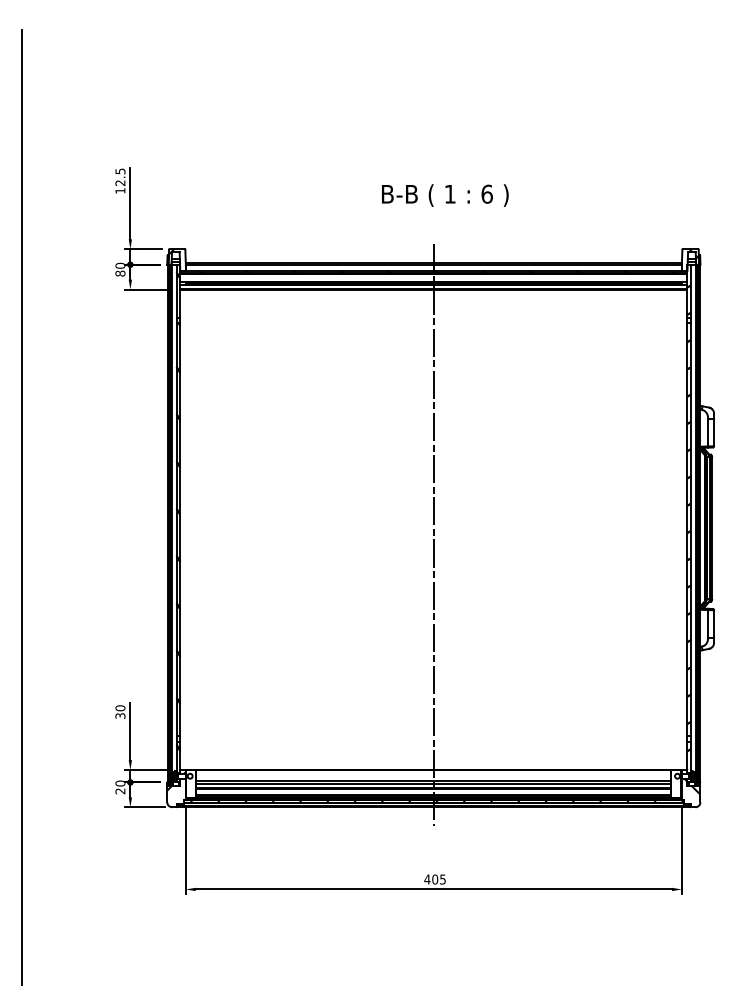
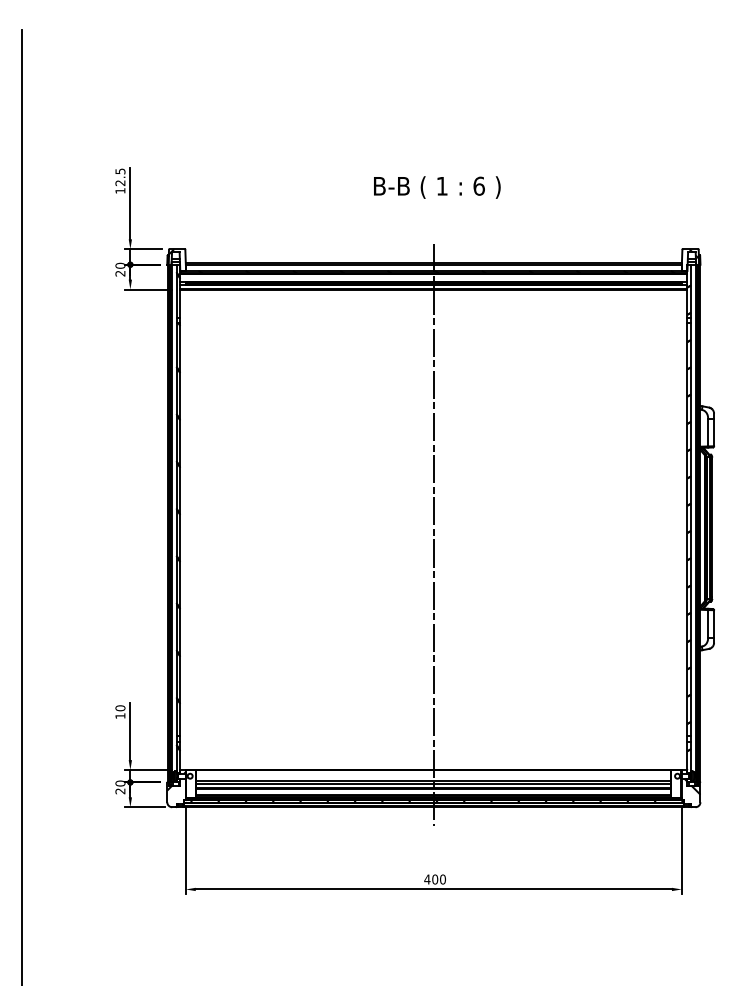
text at (445, 195) position: (445, 195) -> (437, 187)
text at (120, 273): 80 -> 20
text at (120, 715): 30 -> 10
text at (442, 879): 405 -> 400
